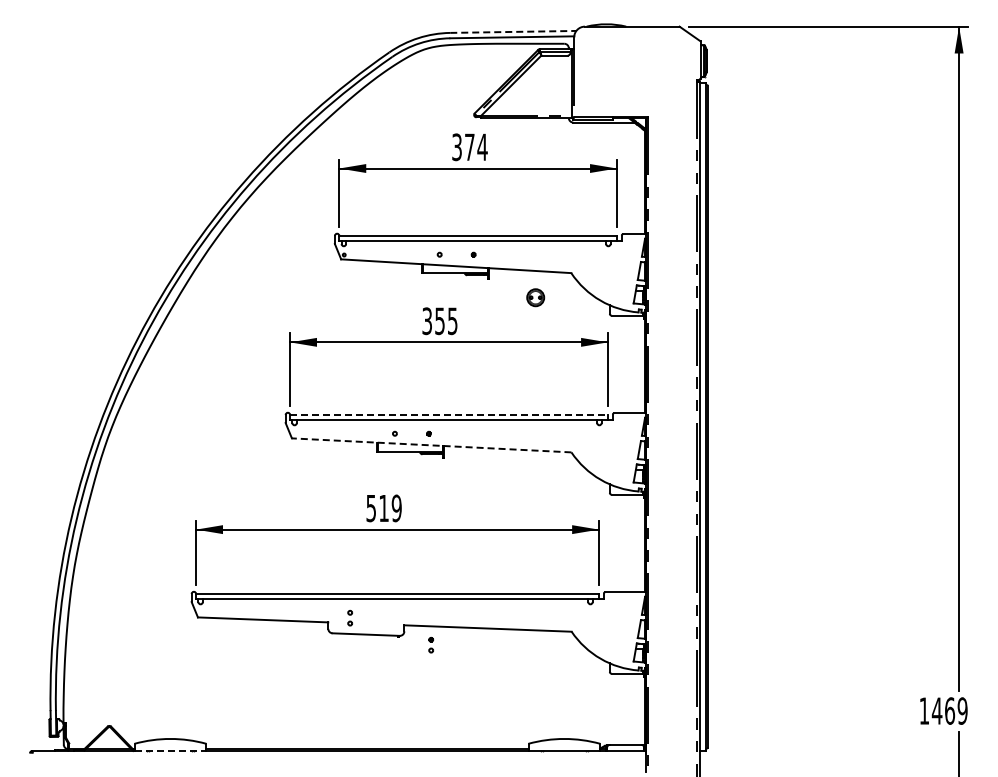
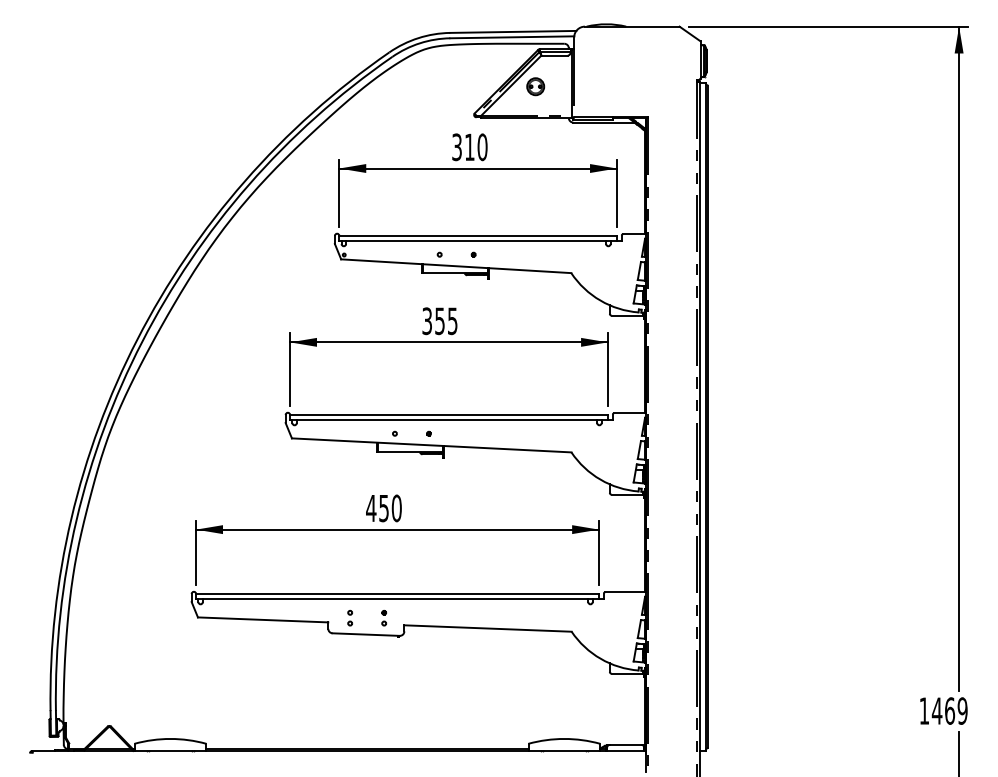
line at (513, 31): dashed -> solid
text at (476, 147): 374 -> 310
part at (535, 297) position: (535, 297) -> (535, 86)
line at (449, 415): dashed -> solid
line at (431, 445): dashed -> solid
text at (383, 508): 519 -> 450
part at (431, 644) position: (431, 644) -> (384, 617)
line at (170, 750): dashed -> solid
